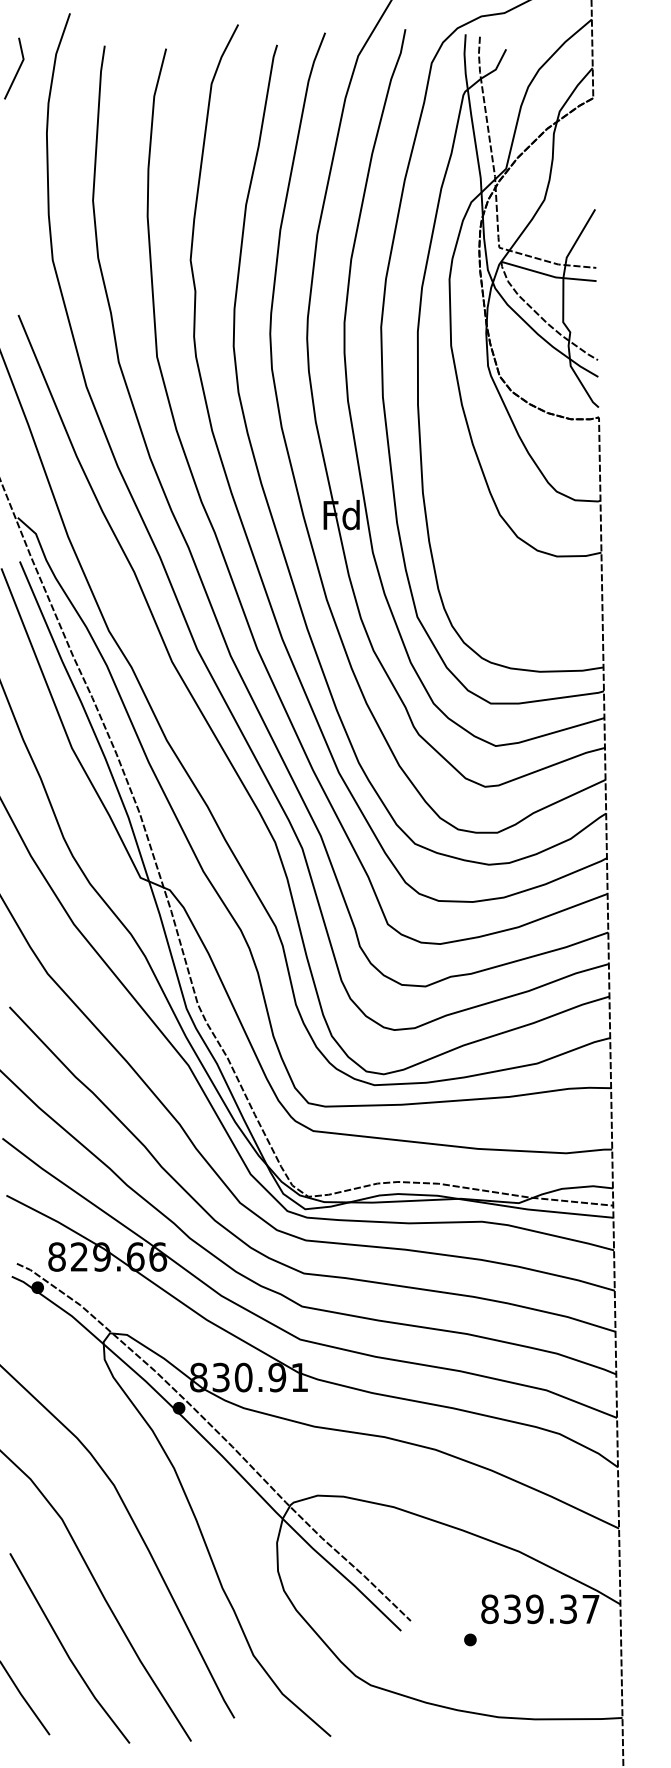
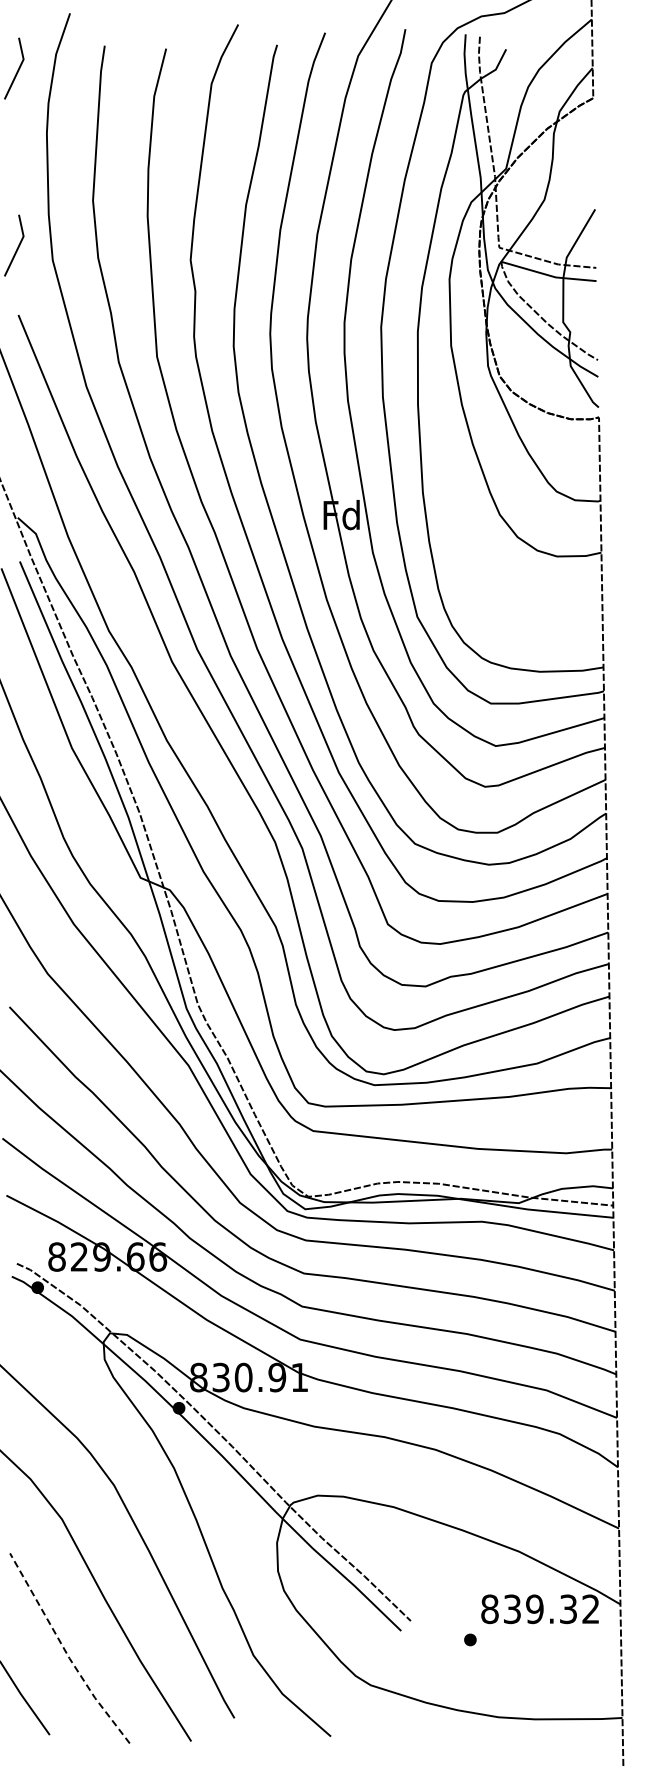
line at (17, 246): none -> present
text at (590, 1608): 839.37 -> 839.32
line at (66, 1652): solid -> dashed
